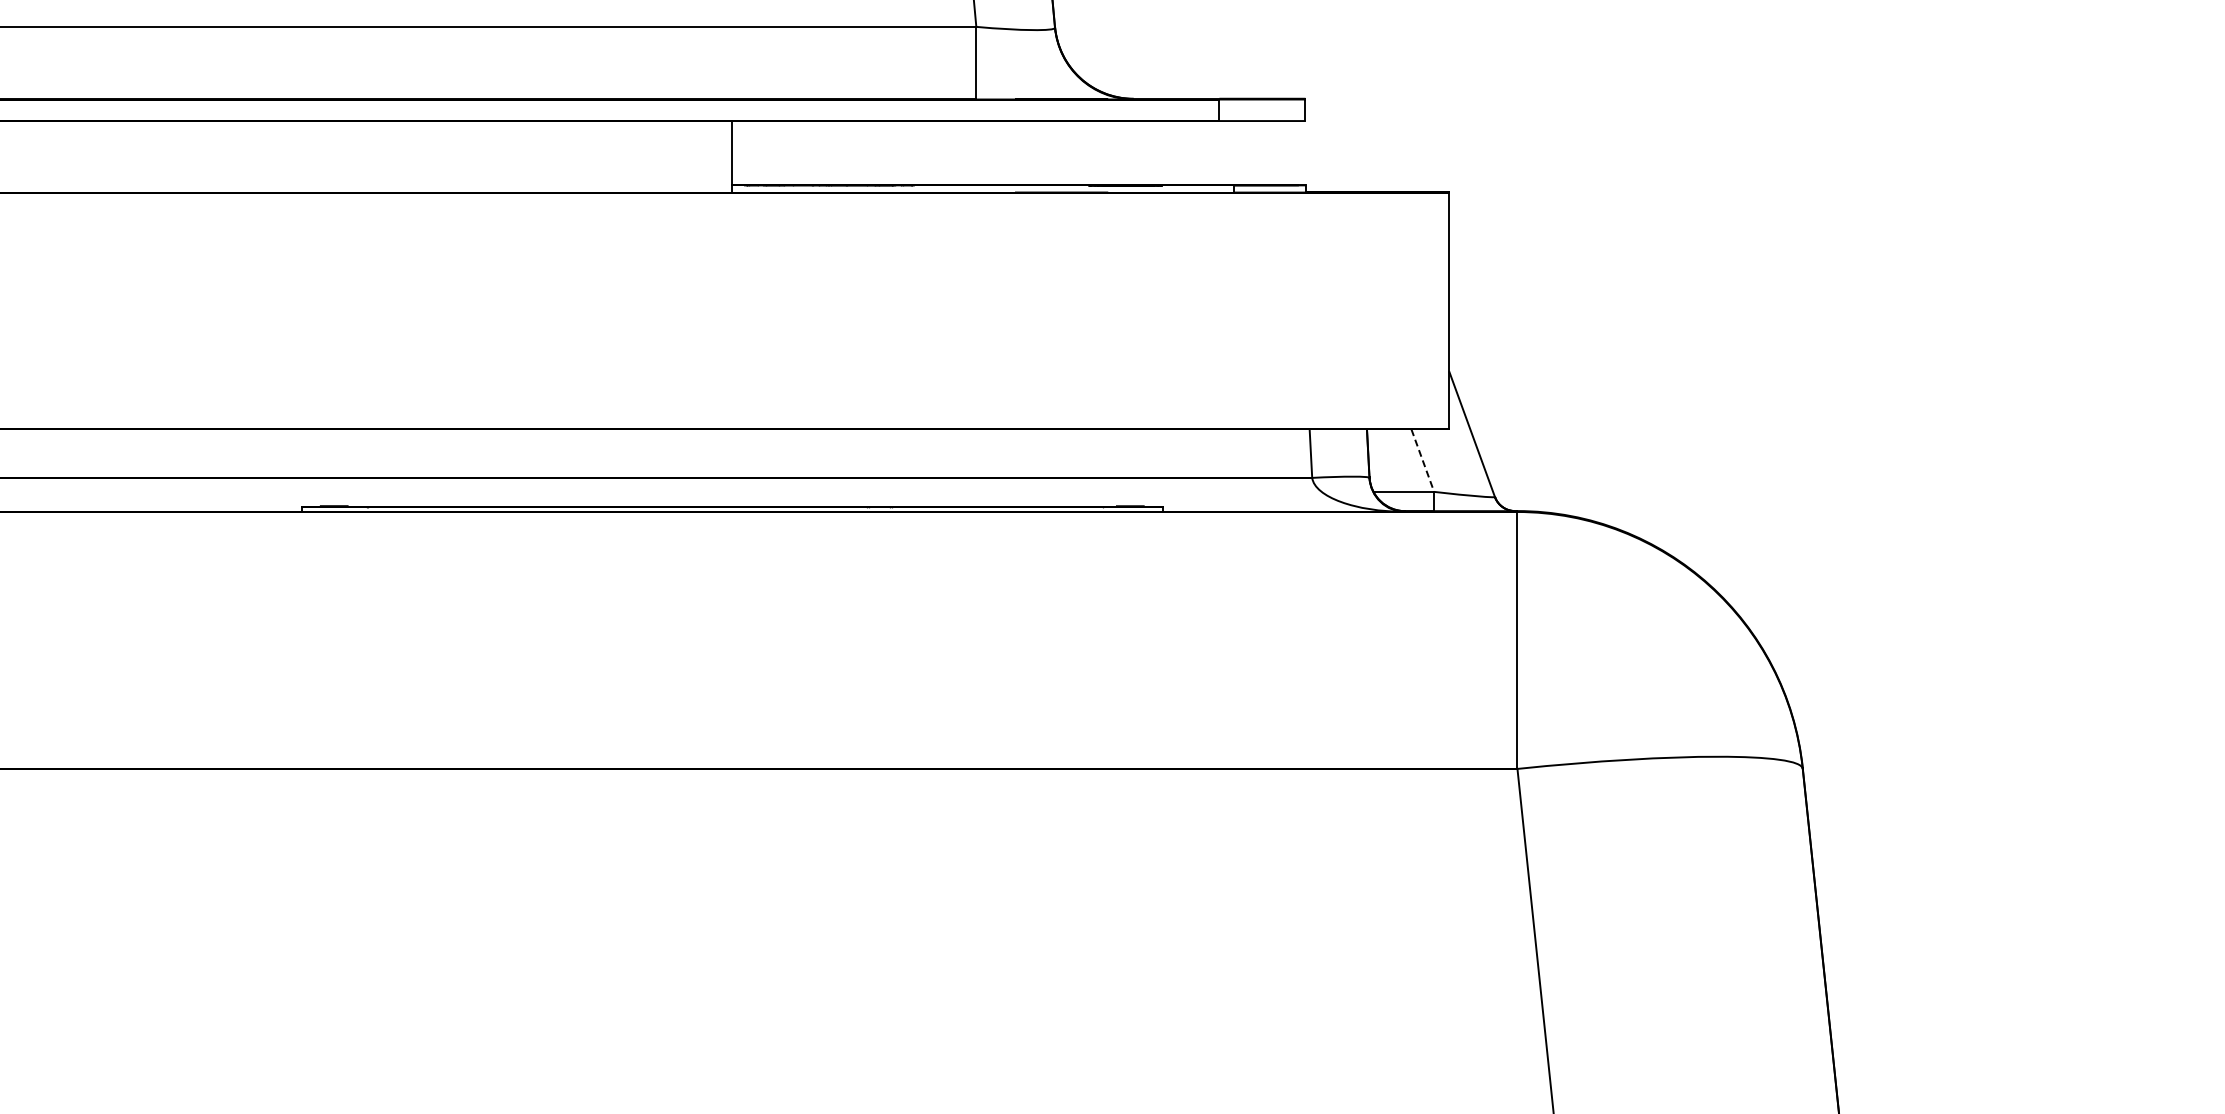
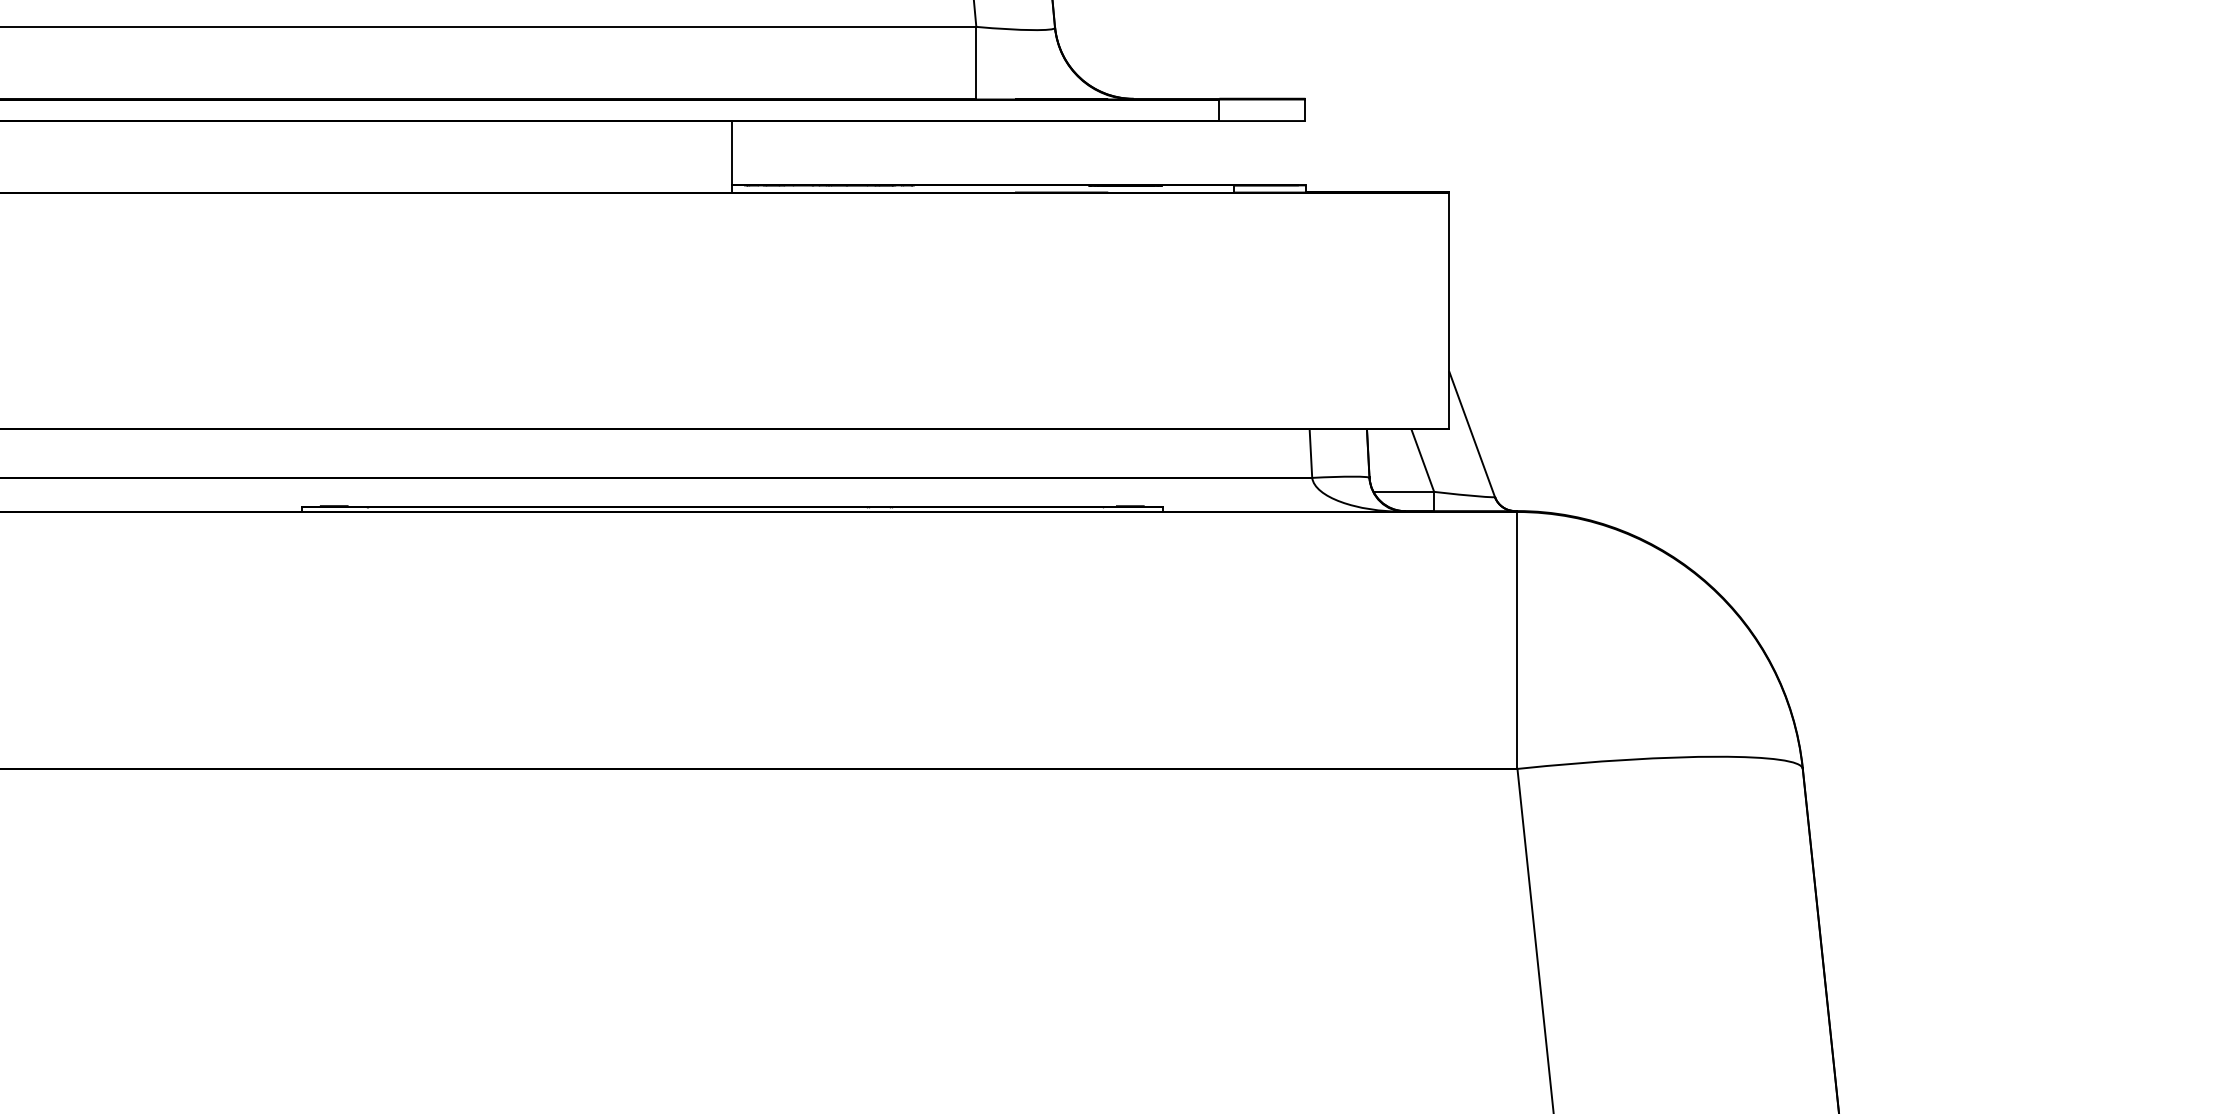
line at (1422, 461): dashed -> solid
